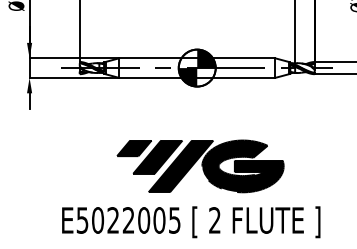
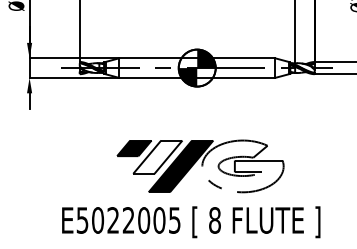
fill at (157, 156): present -> none
fill at (242, 166): present -> none
text at (214, 220): 2 -> 8
